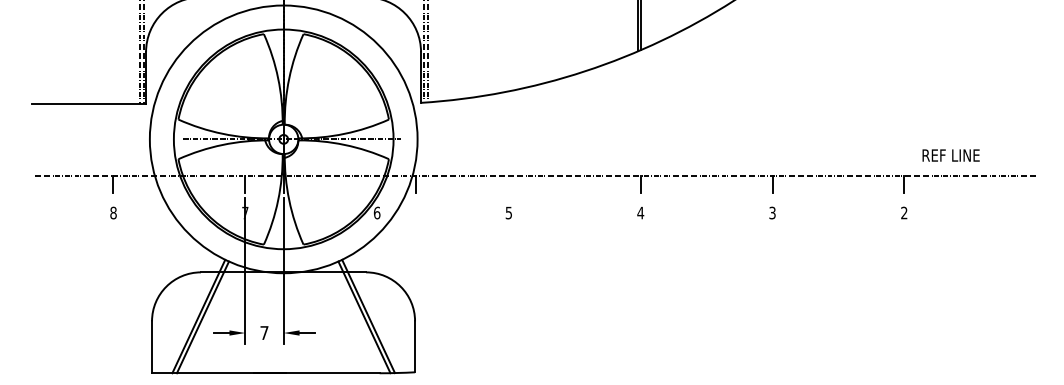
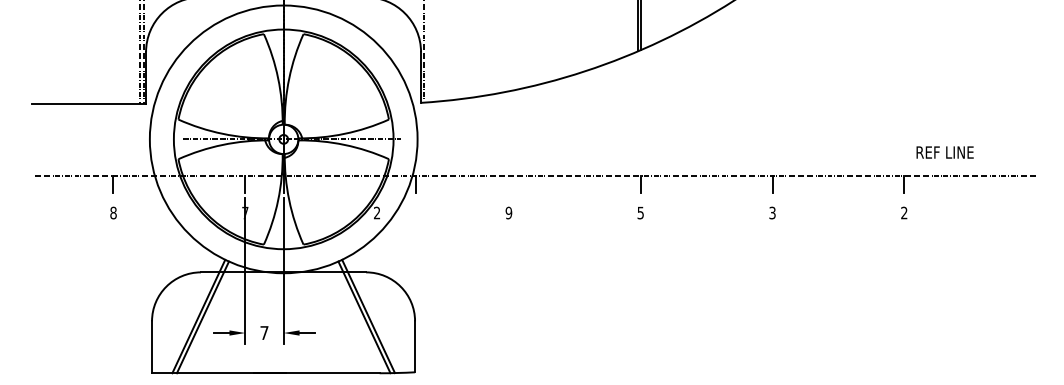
line at (427, 52): present -> none
text at (950, 155) position: (950, 155) -> (944, 152)
text at (376, 212): 6 -> 2
text at (508, 212): 5 -> 9
text at (640, 212): 4 -> 5
